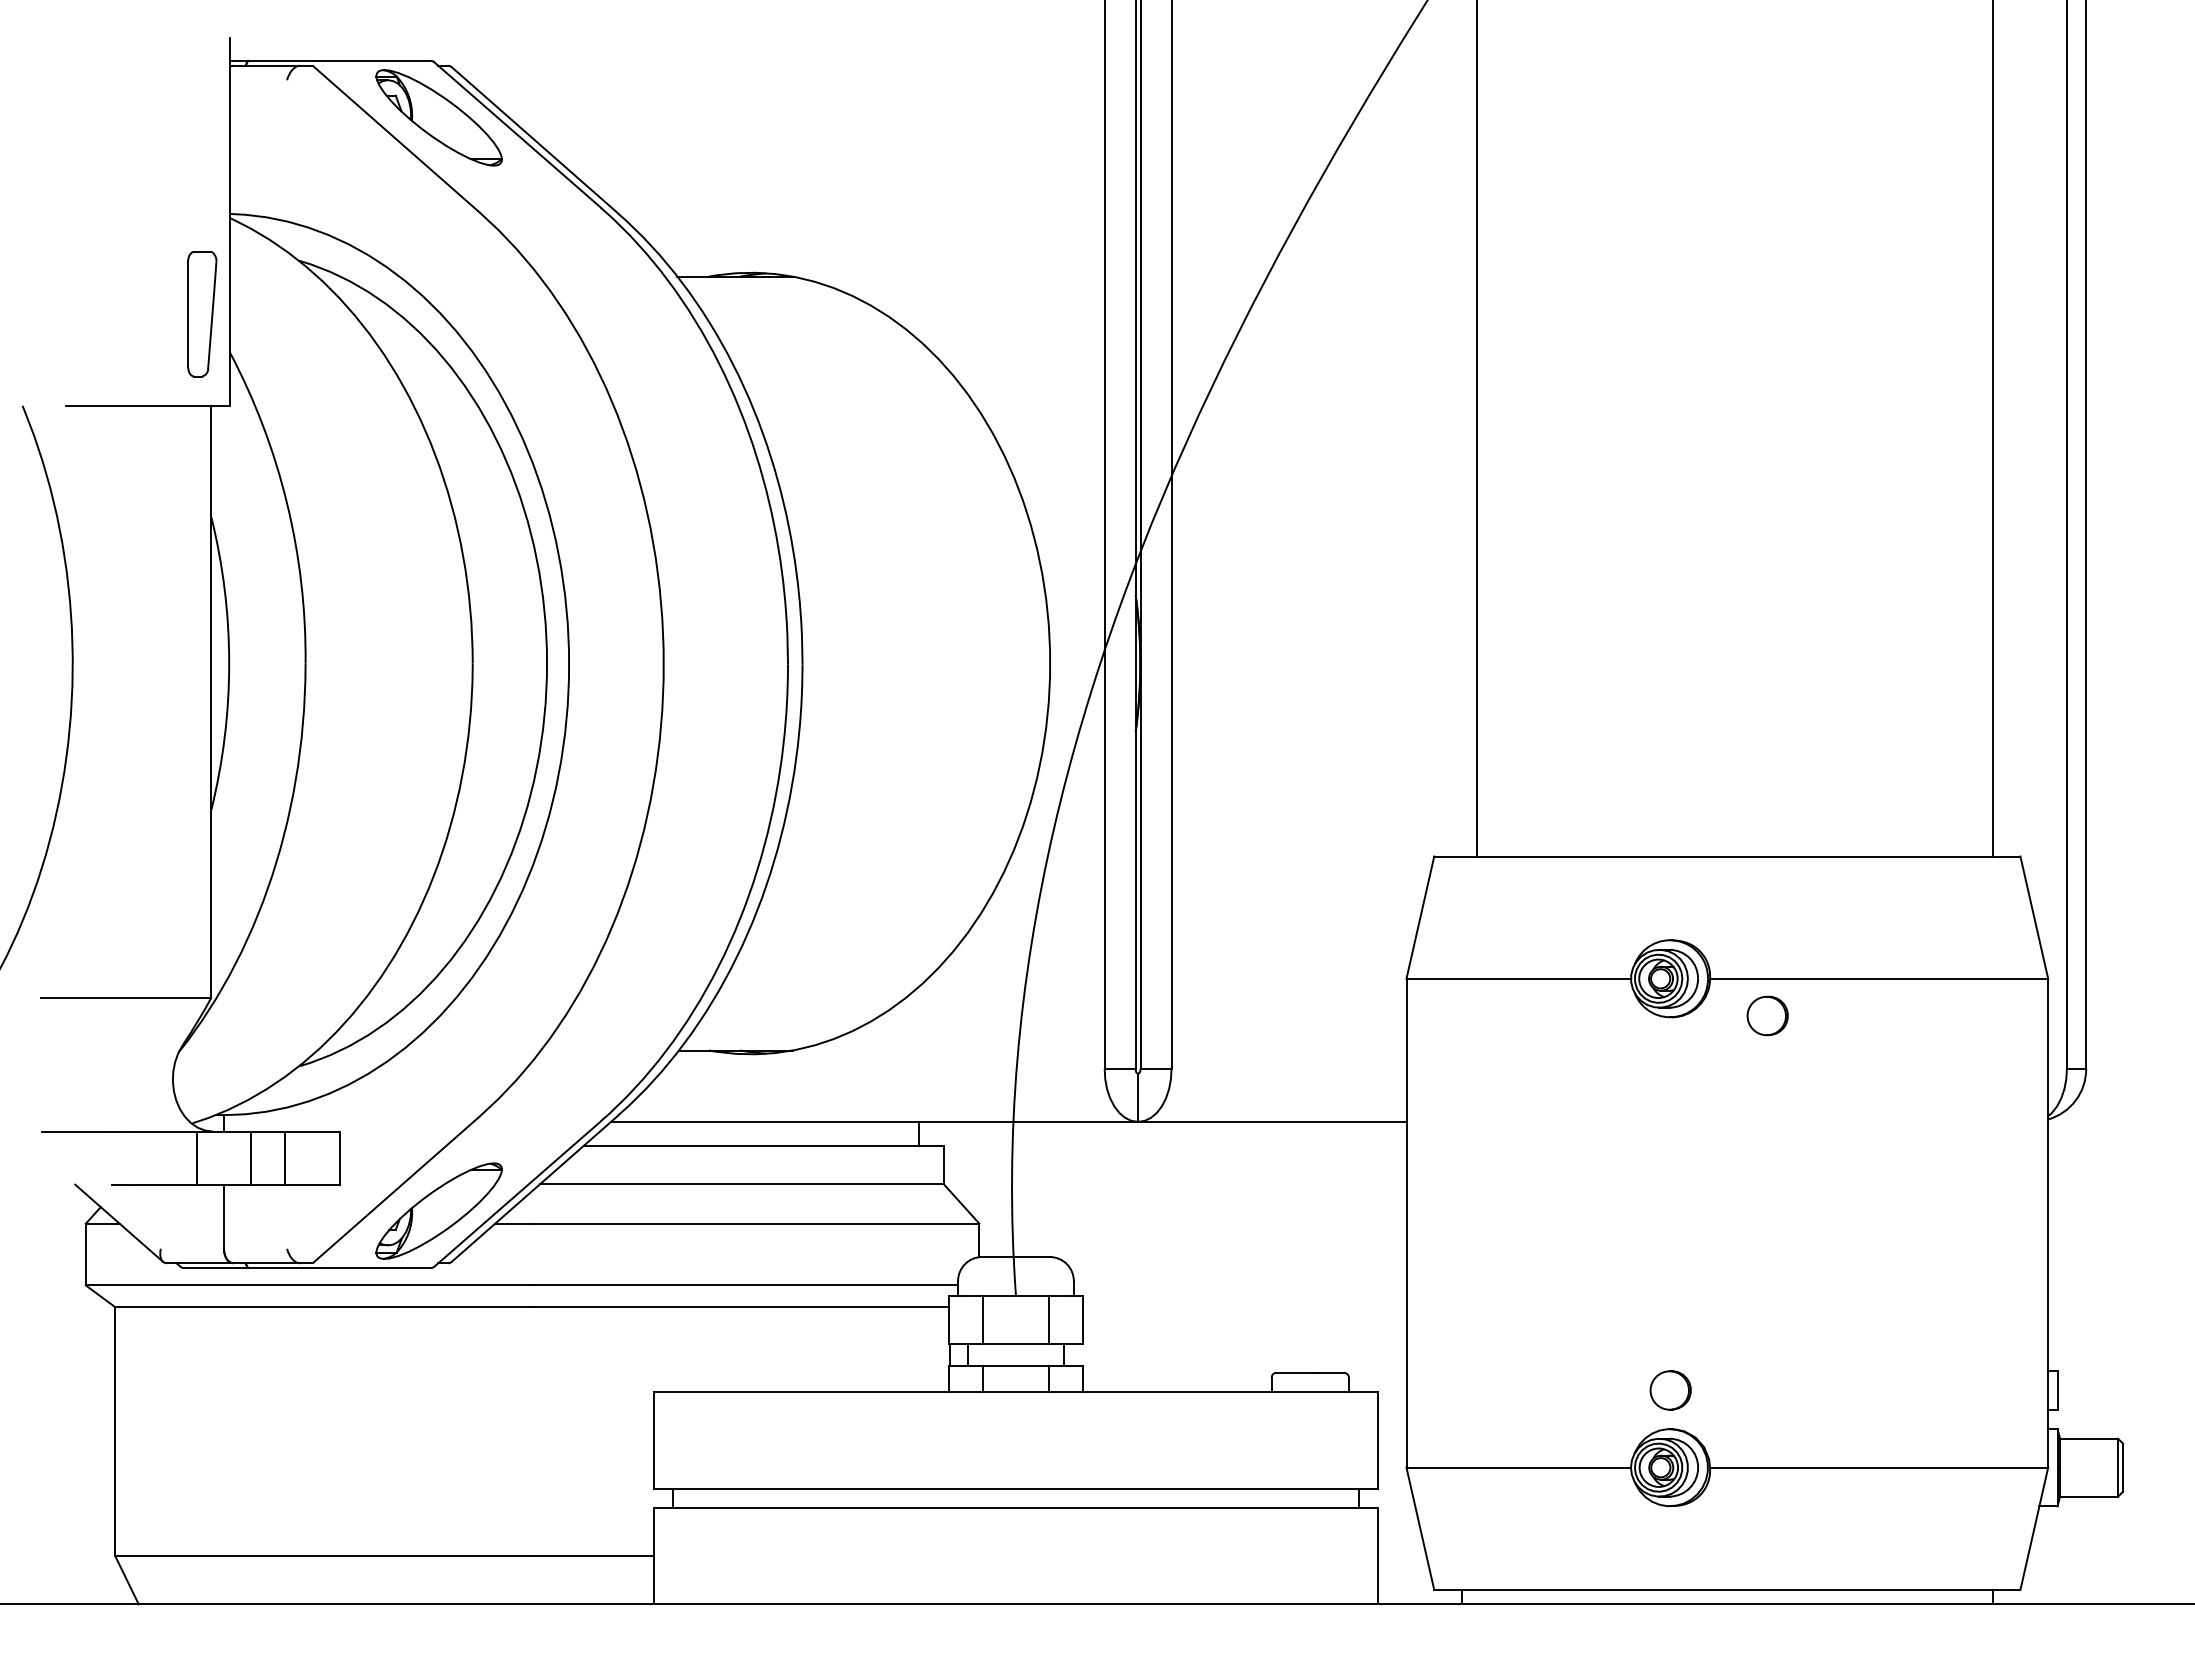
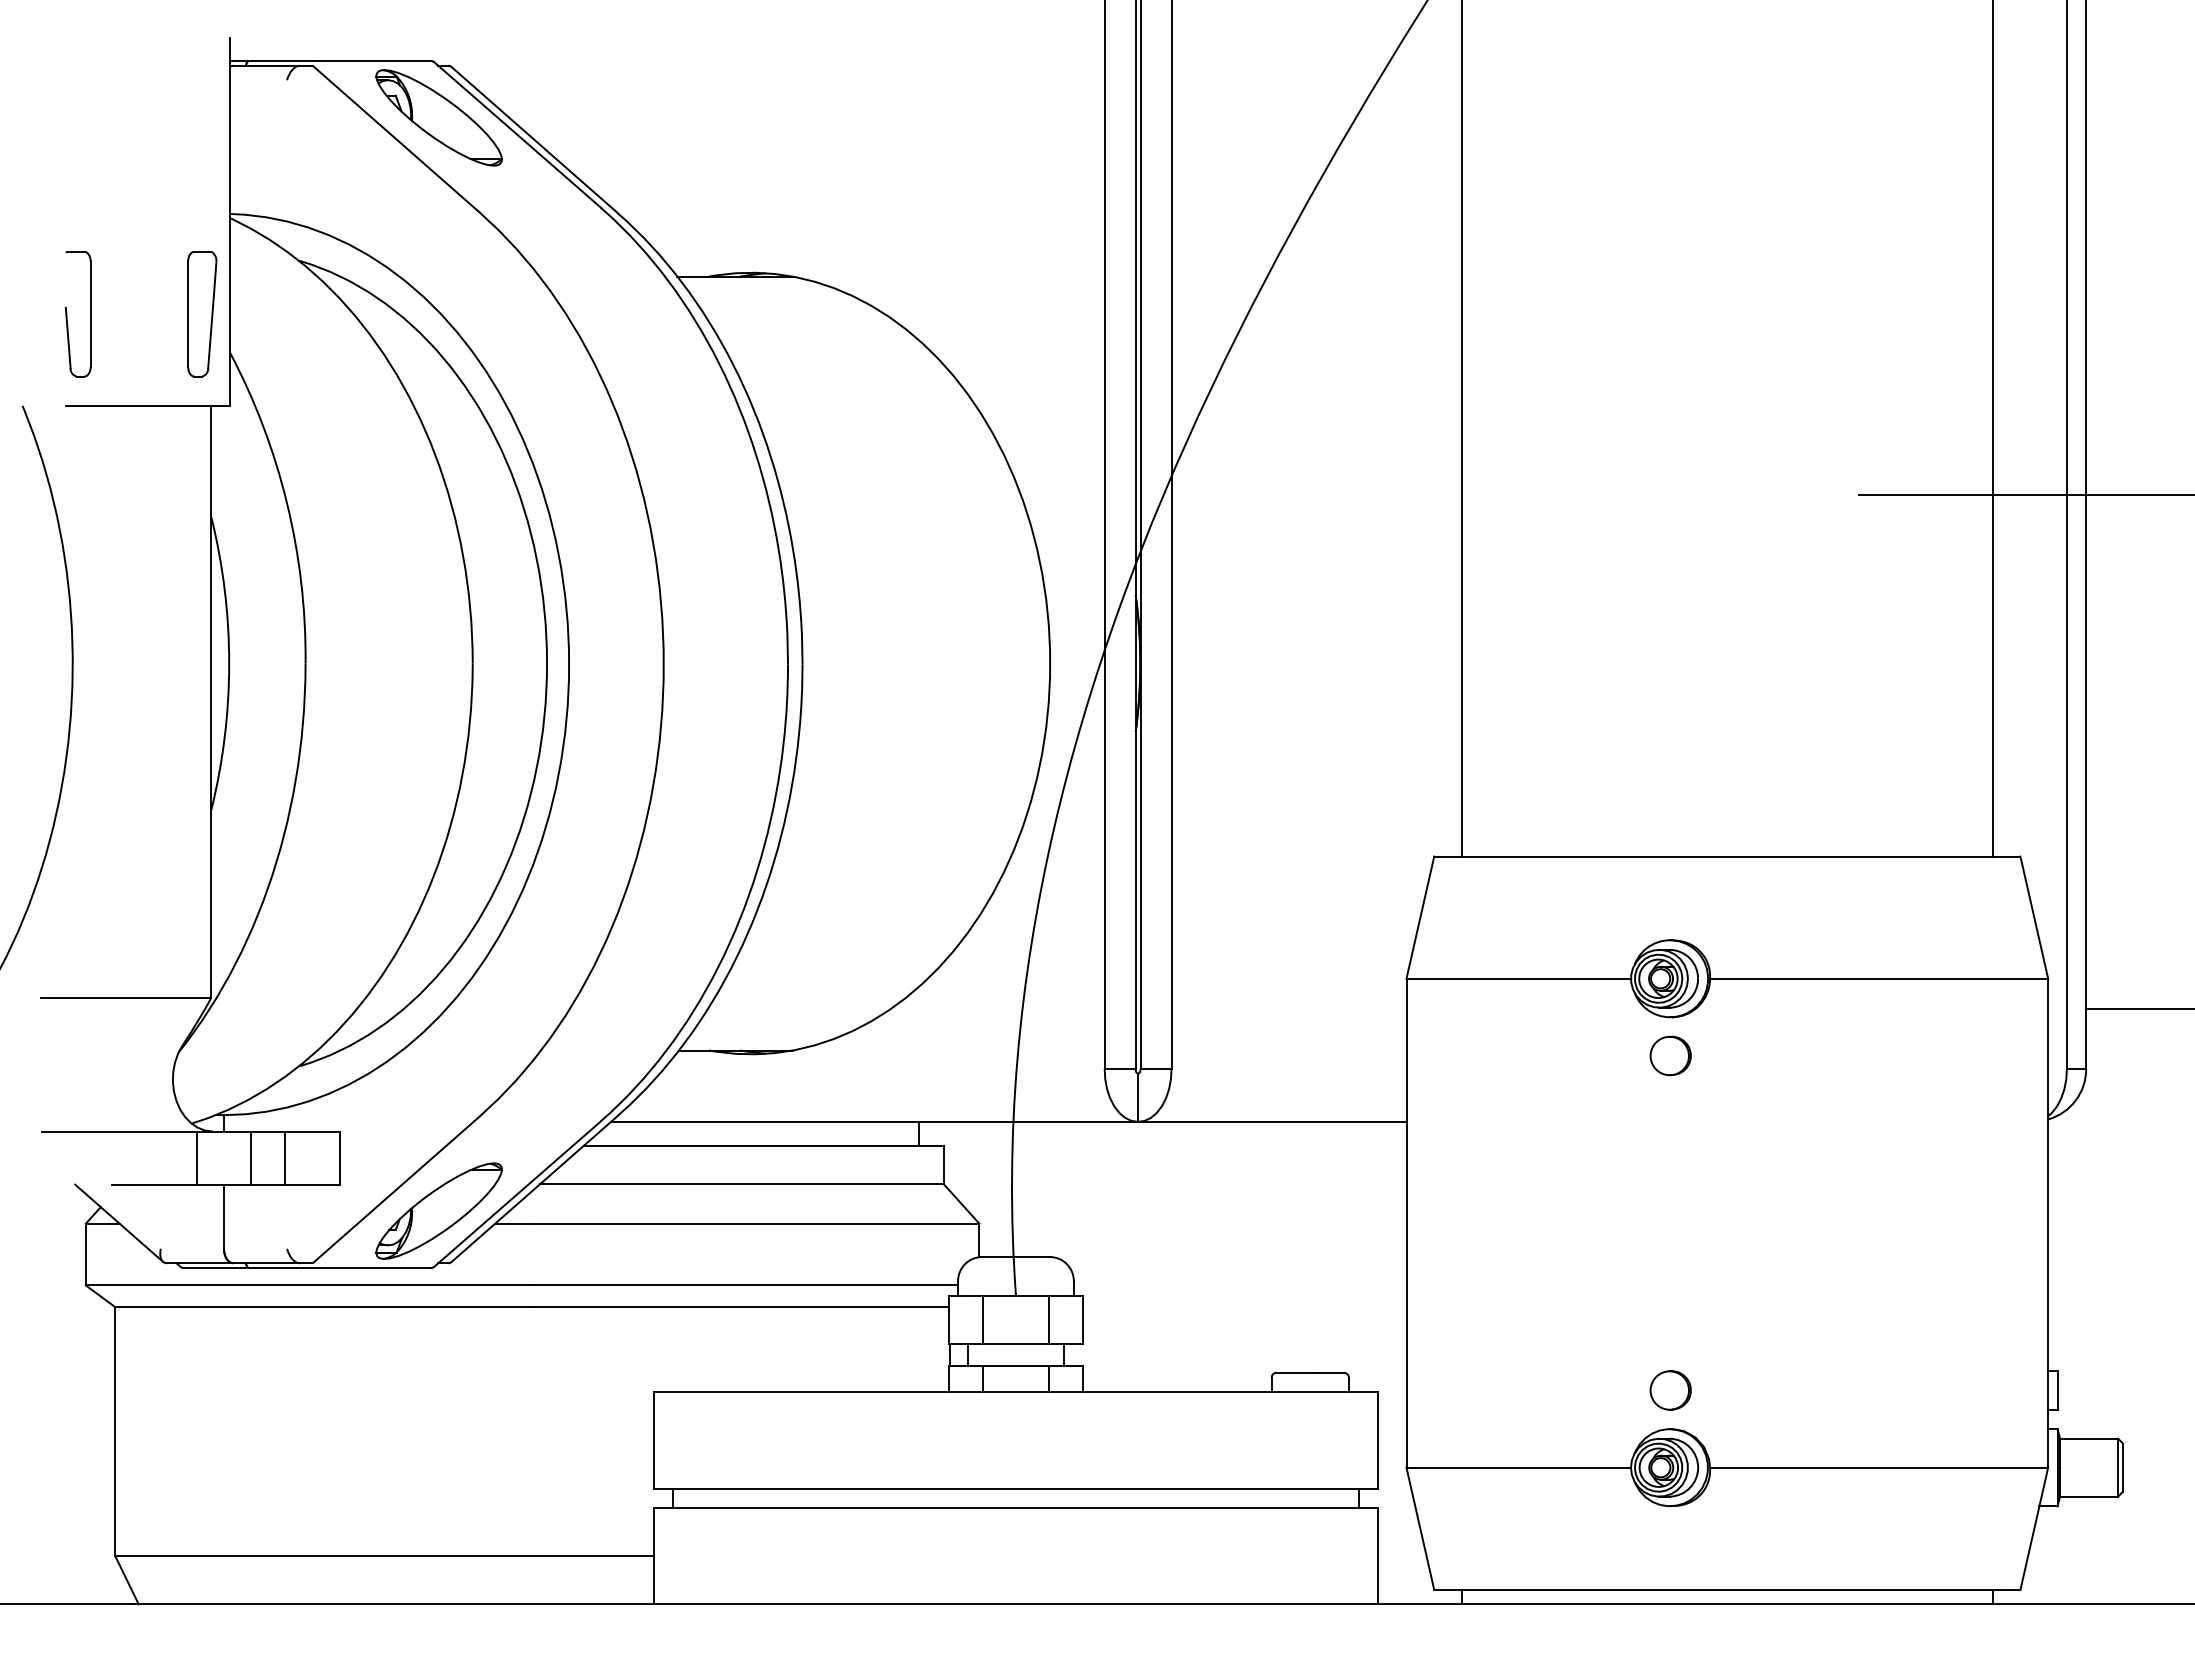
part at (67, 314): none -> present
line at (1476, 429) position: (1476, 429) -> (1461, 429)
line at (2024, 494): none -> present
line at (2138, 1008): none -> present
part at (1767, 1015) position: (1767, 1015) -> (1670, 1055)
